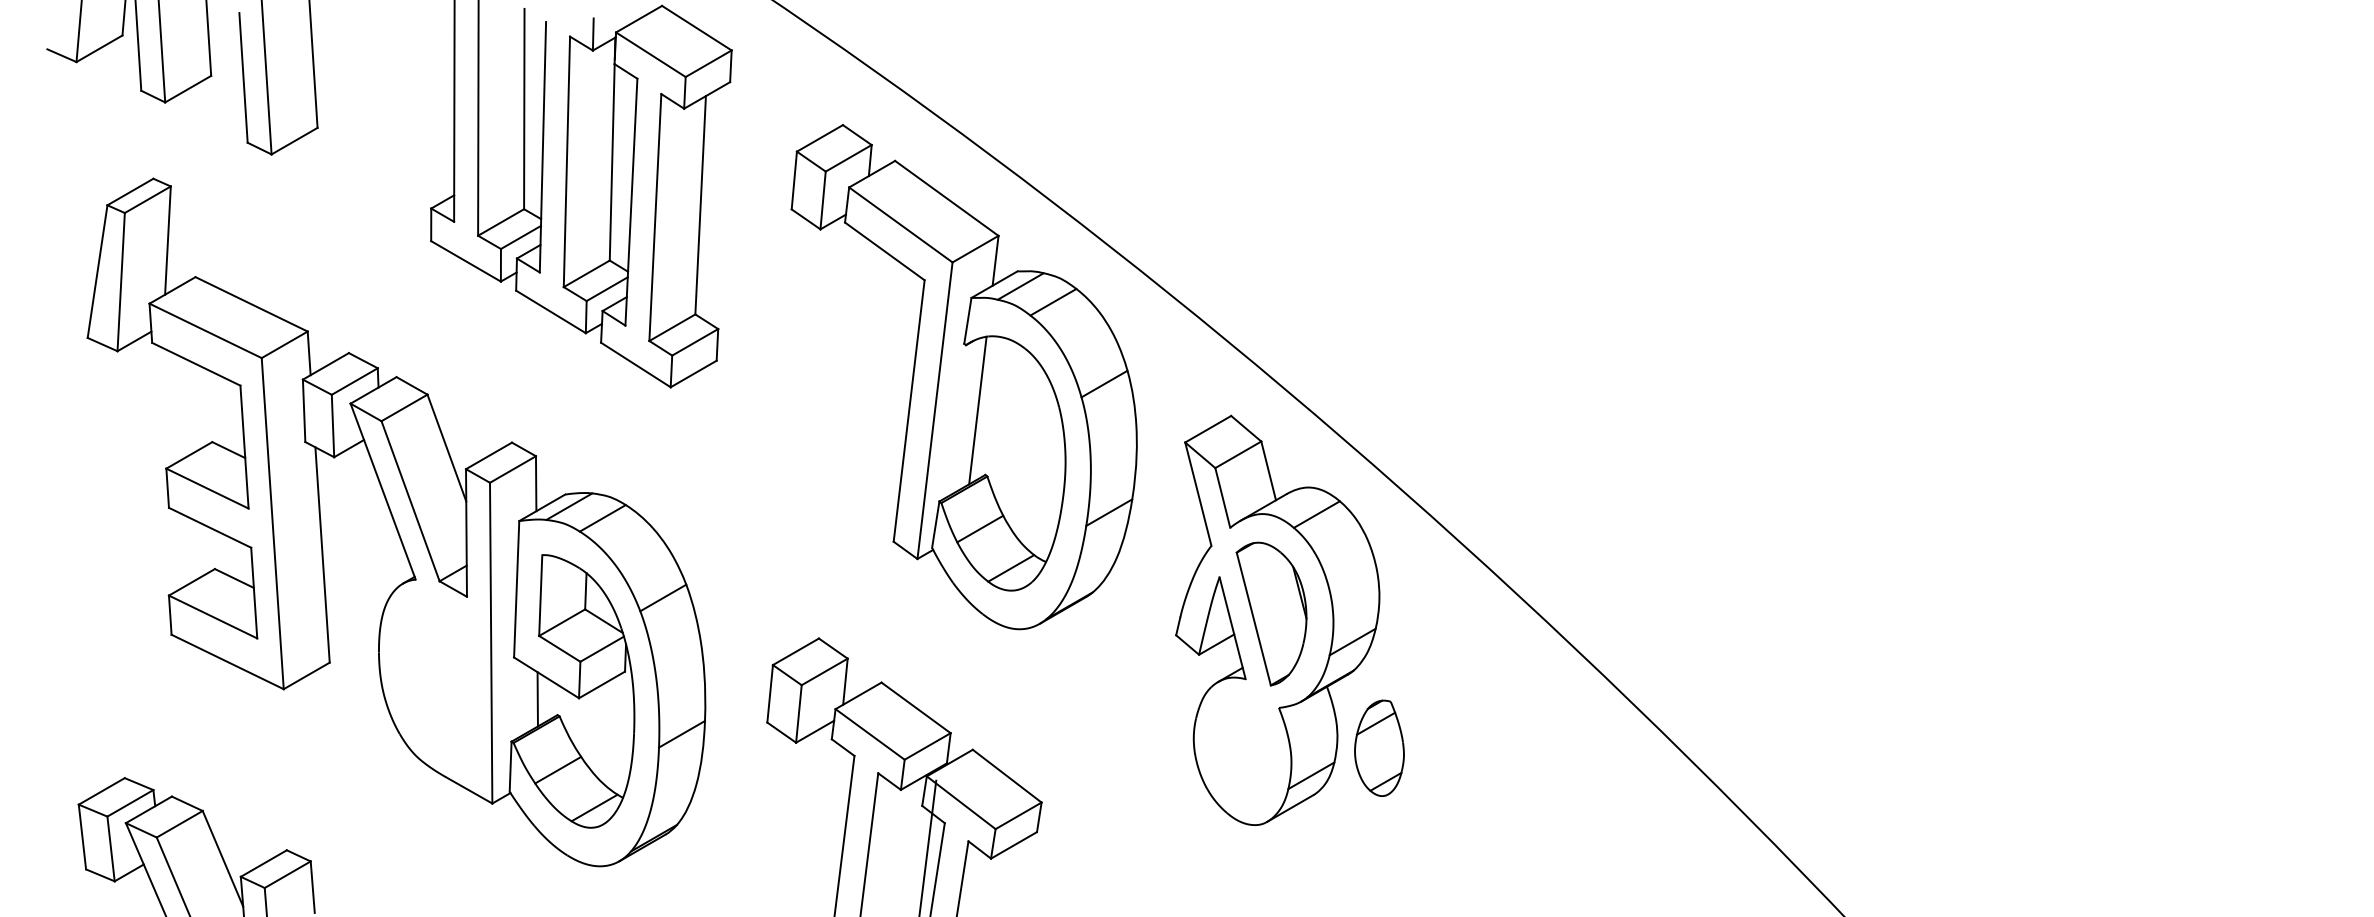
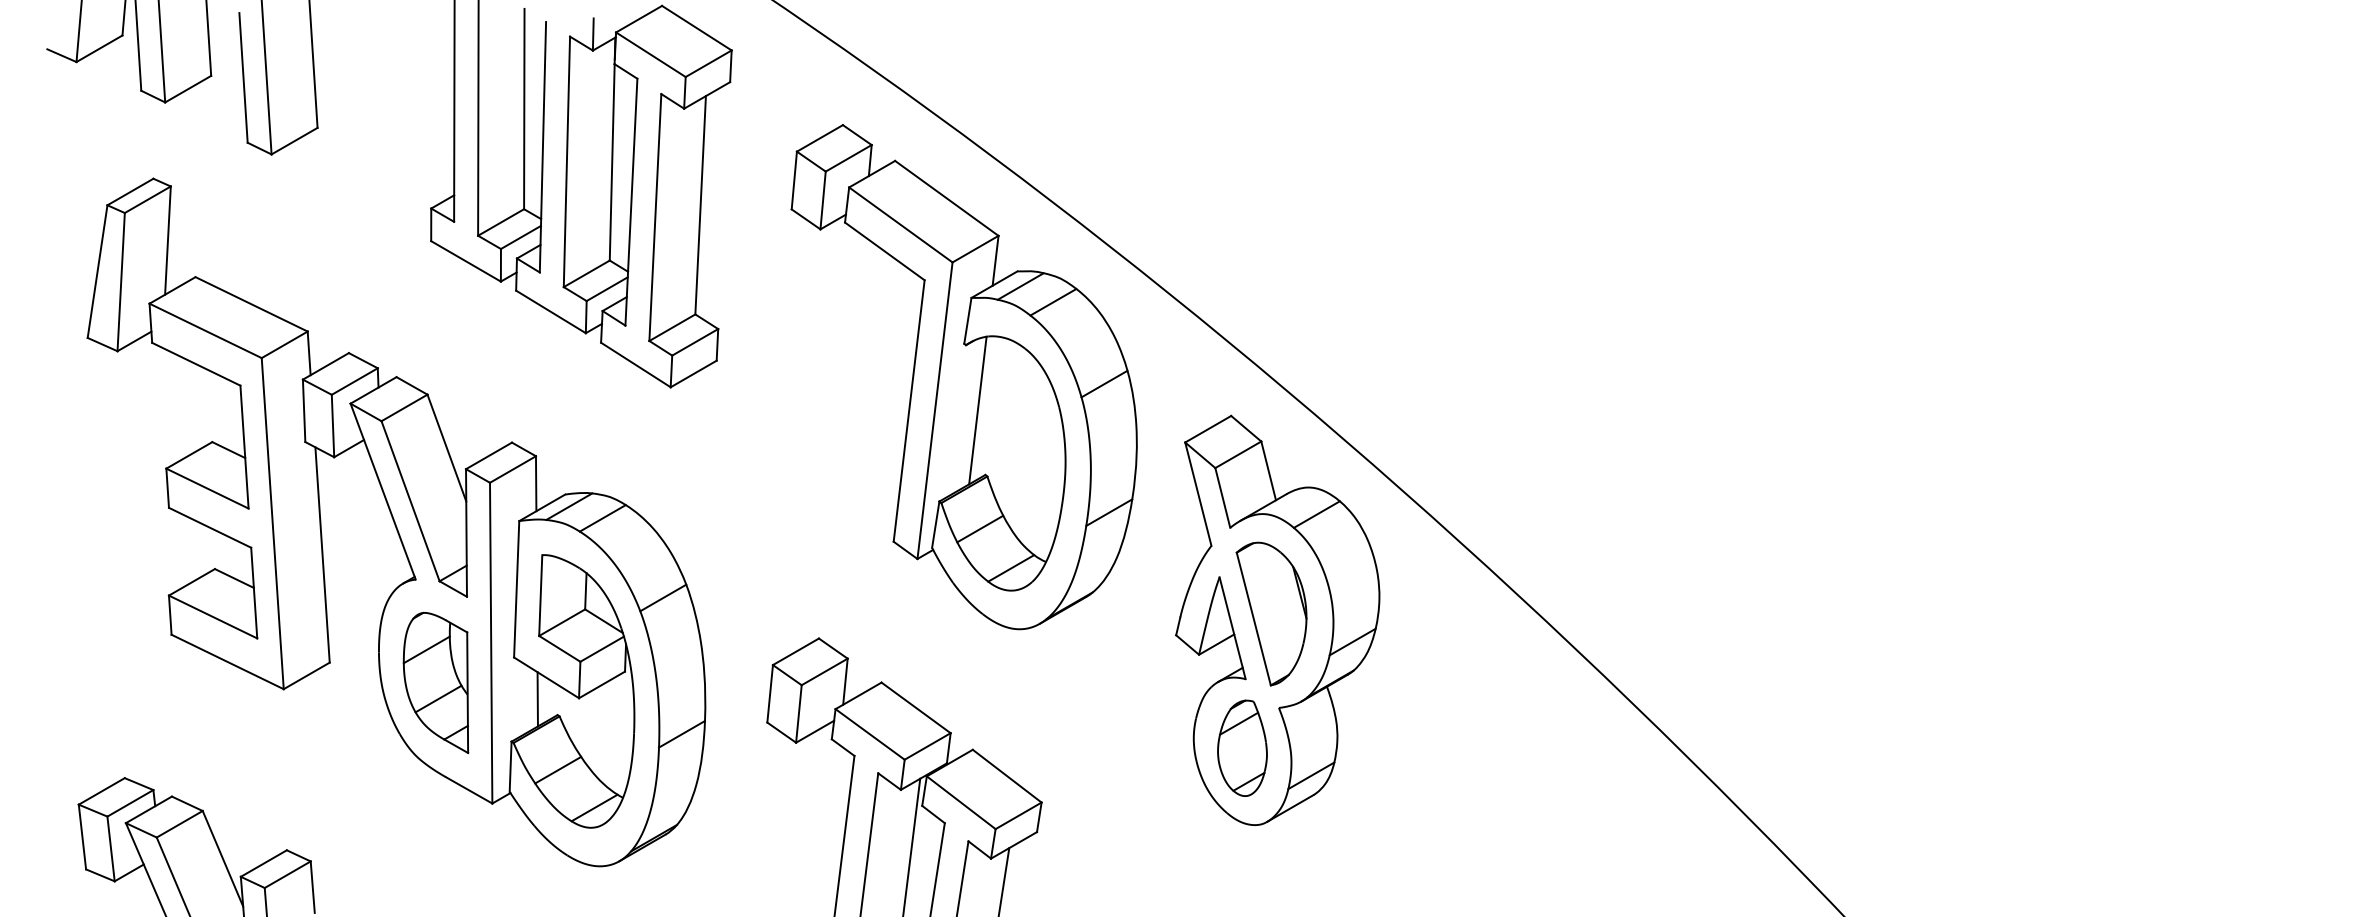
part at (435, 682): none -> present
part at (1379, 747) position: (1379, 747) -> (1242, 747)
line at (927, 846) position: (927, 846) -> (911, 845)
line at (1004, 880): none -> present
